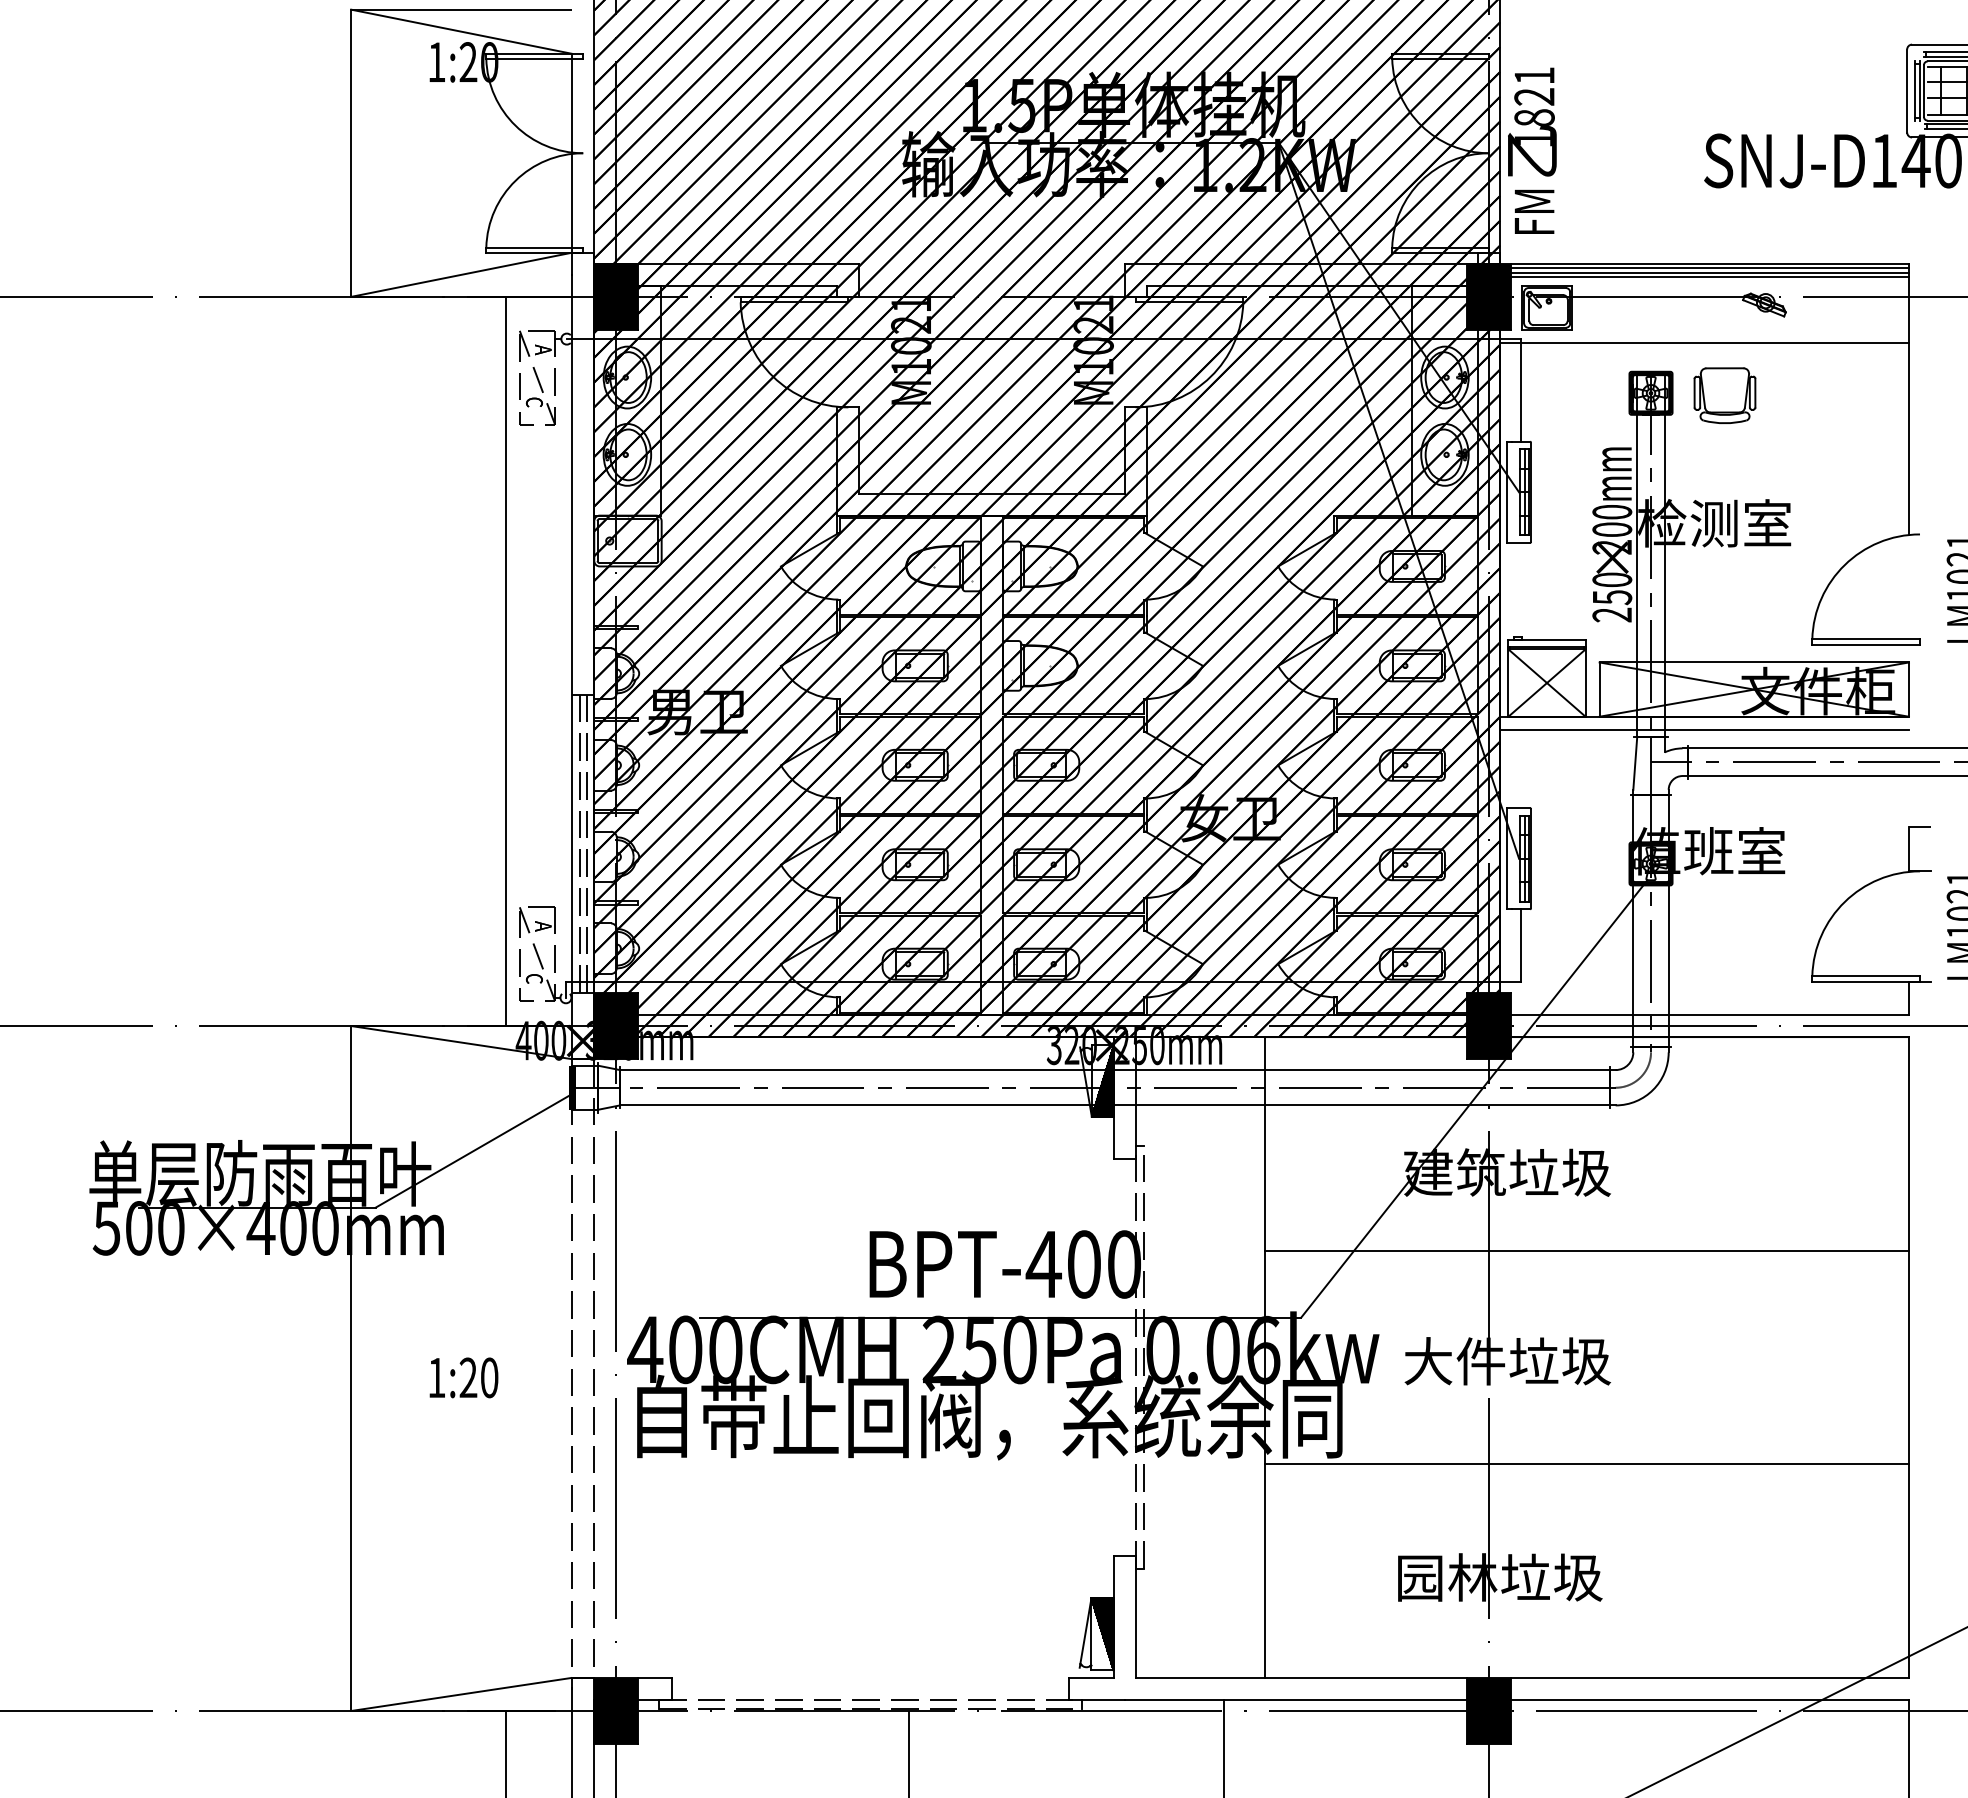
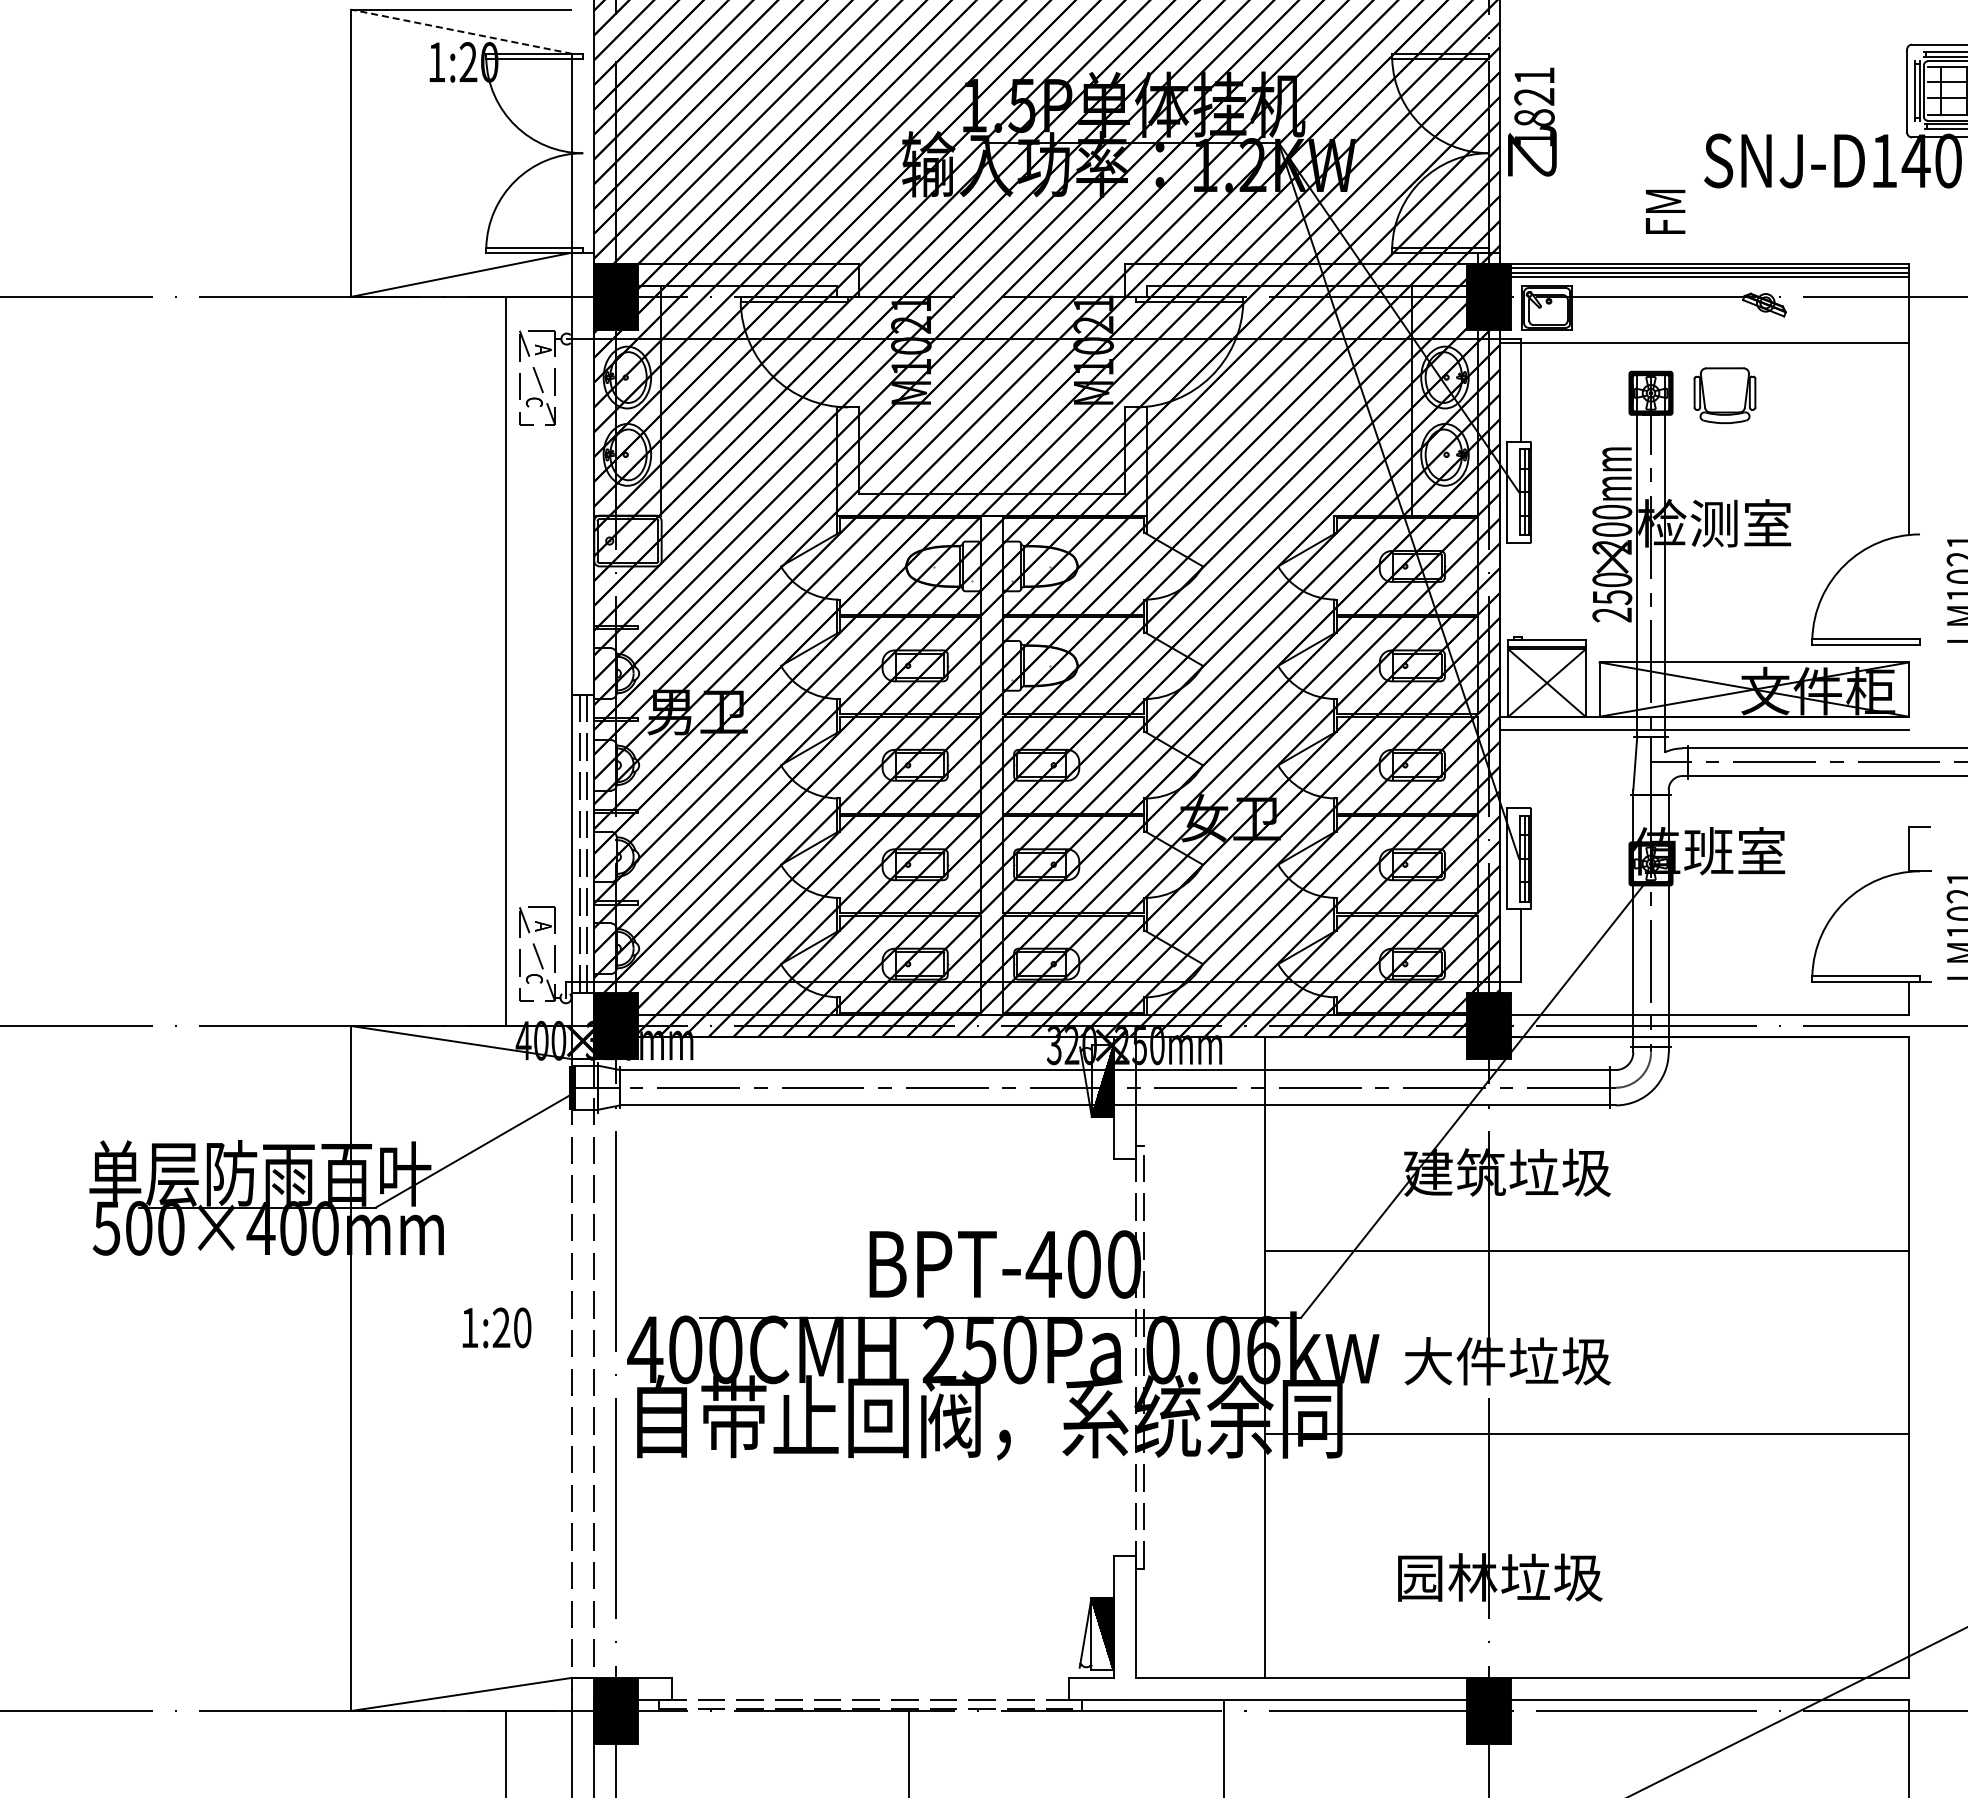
line at (461, 31): solid -> dashed
text at (1534, 211) position: (1534, 211) -> (1665, 211)
text at (463, 1377) position: (463, 1377) -> (496, 1327)
line at (1586, 1464) position: (1586, 1464) -> (1586, 1434)
